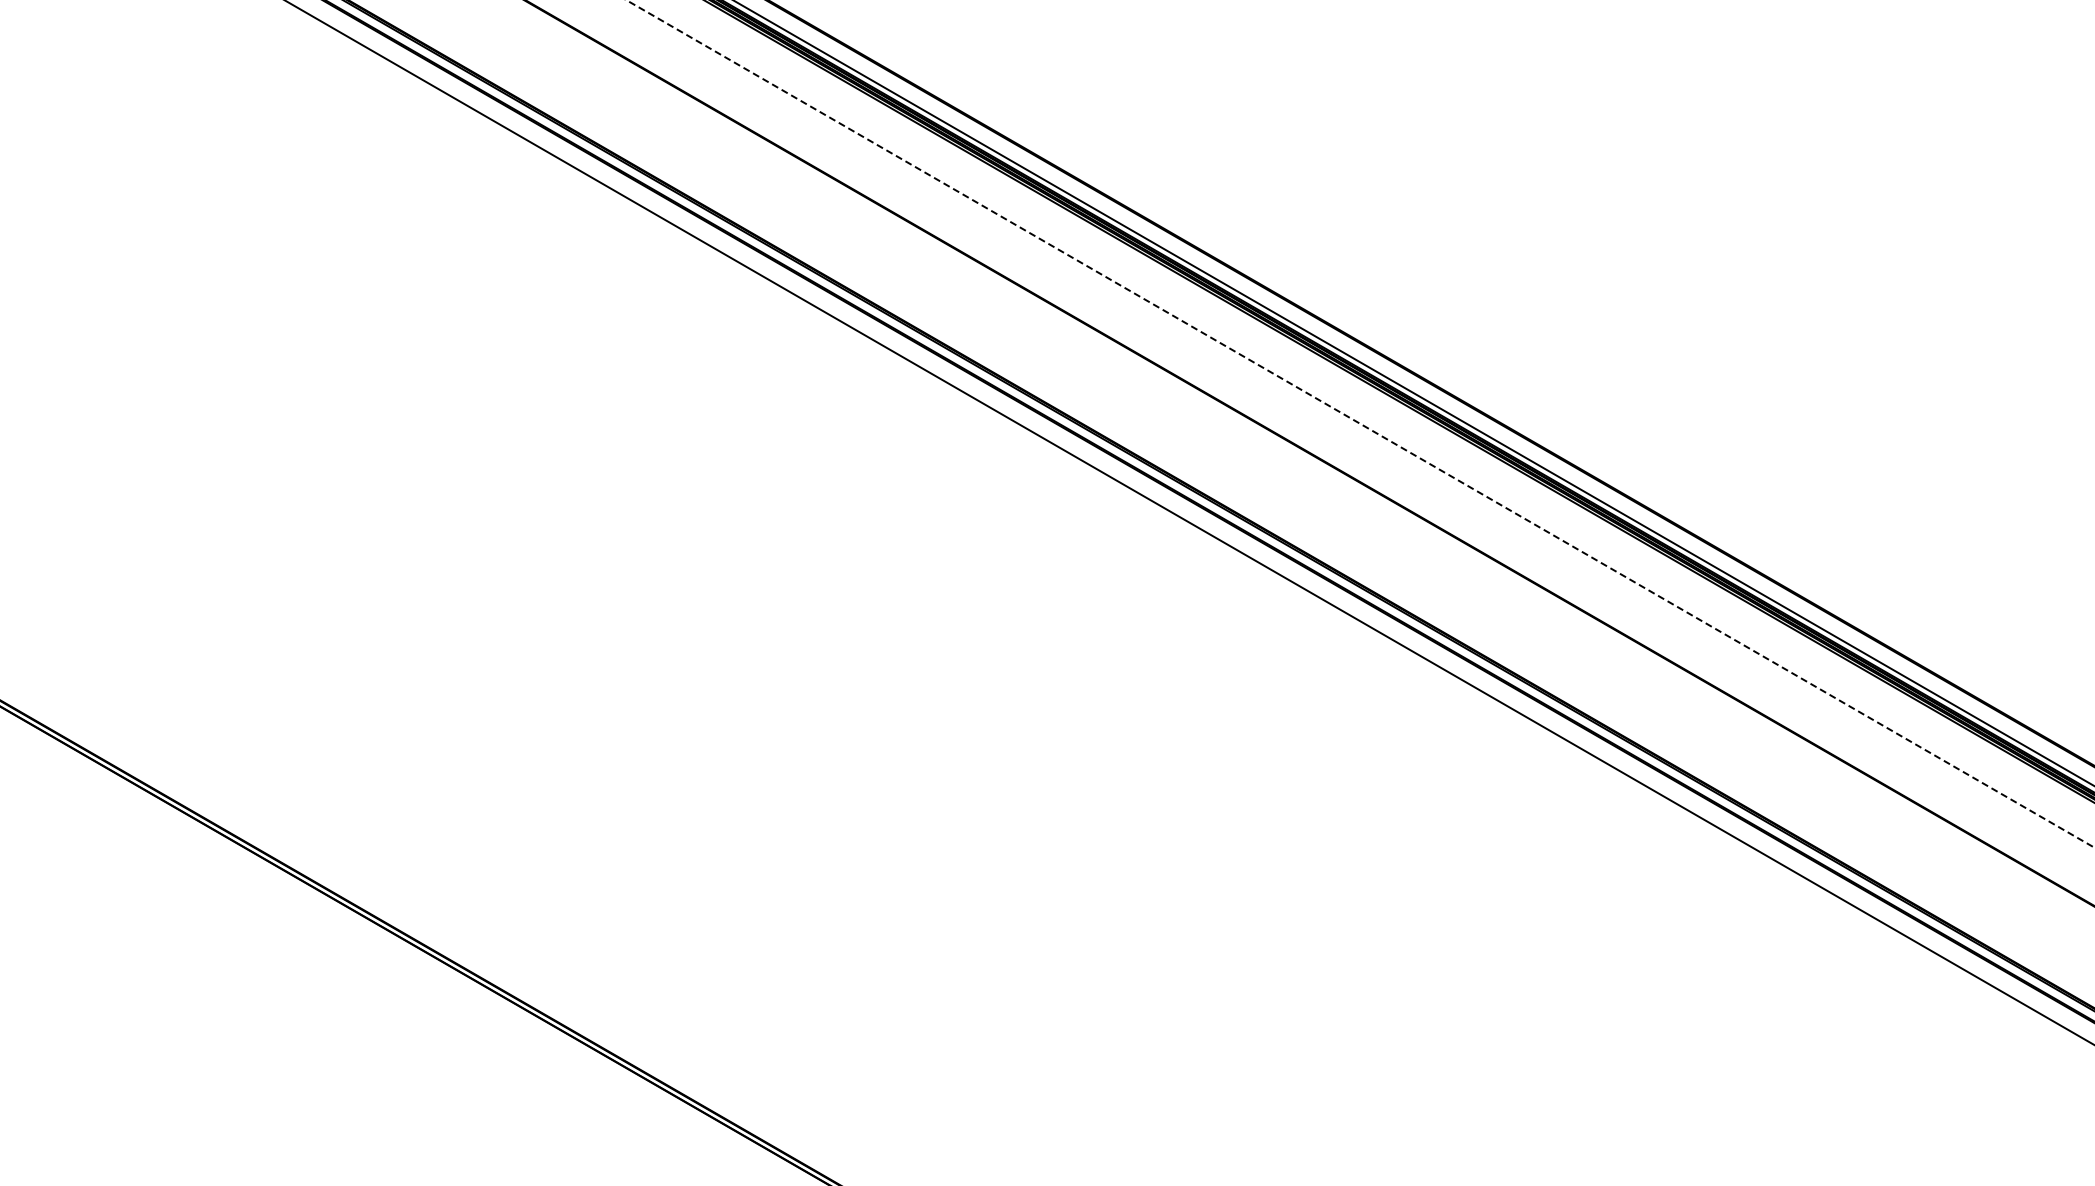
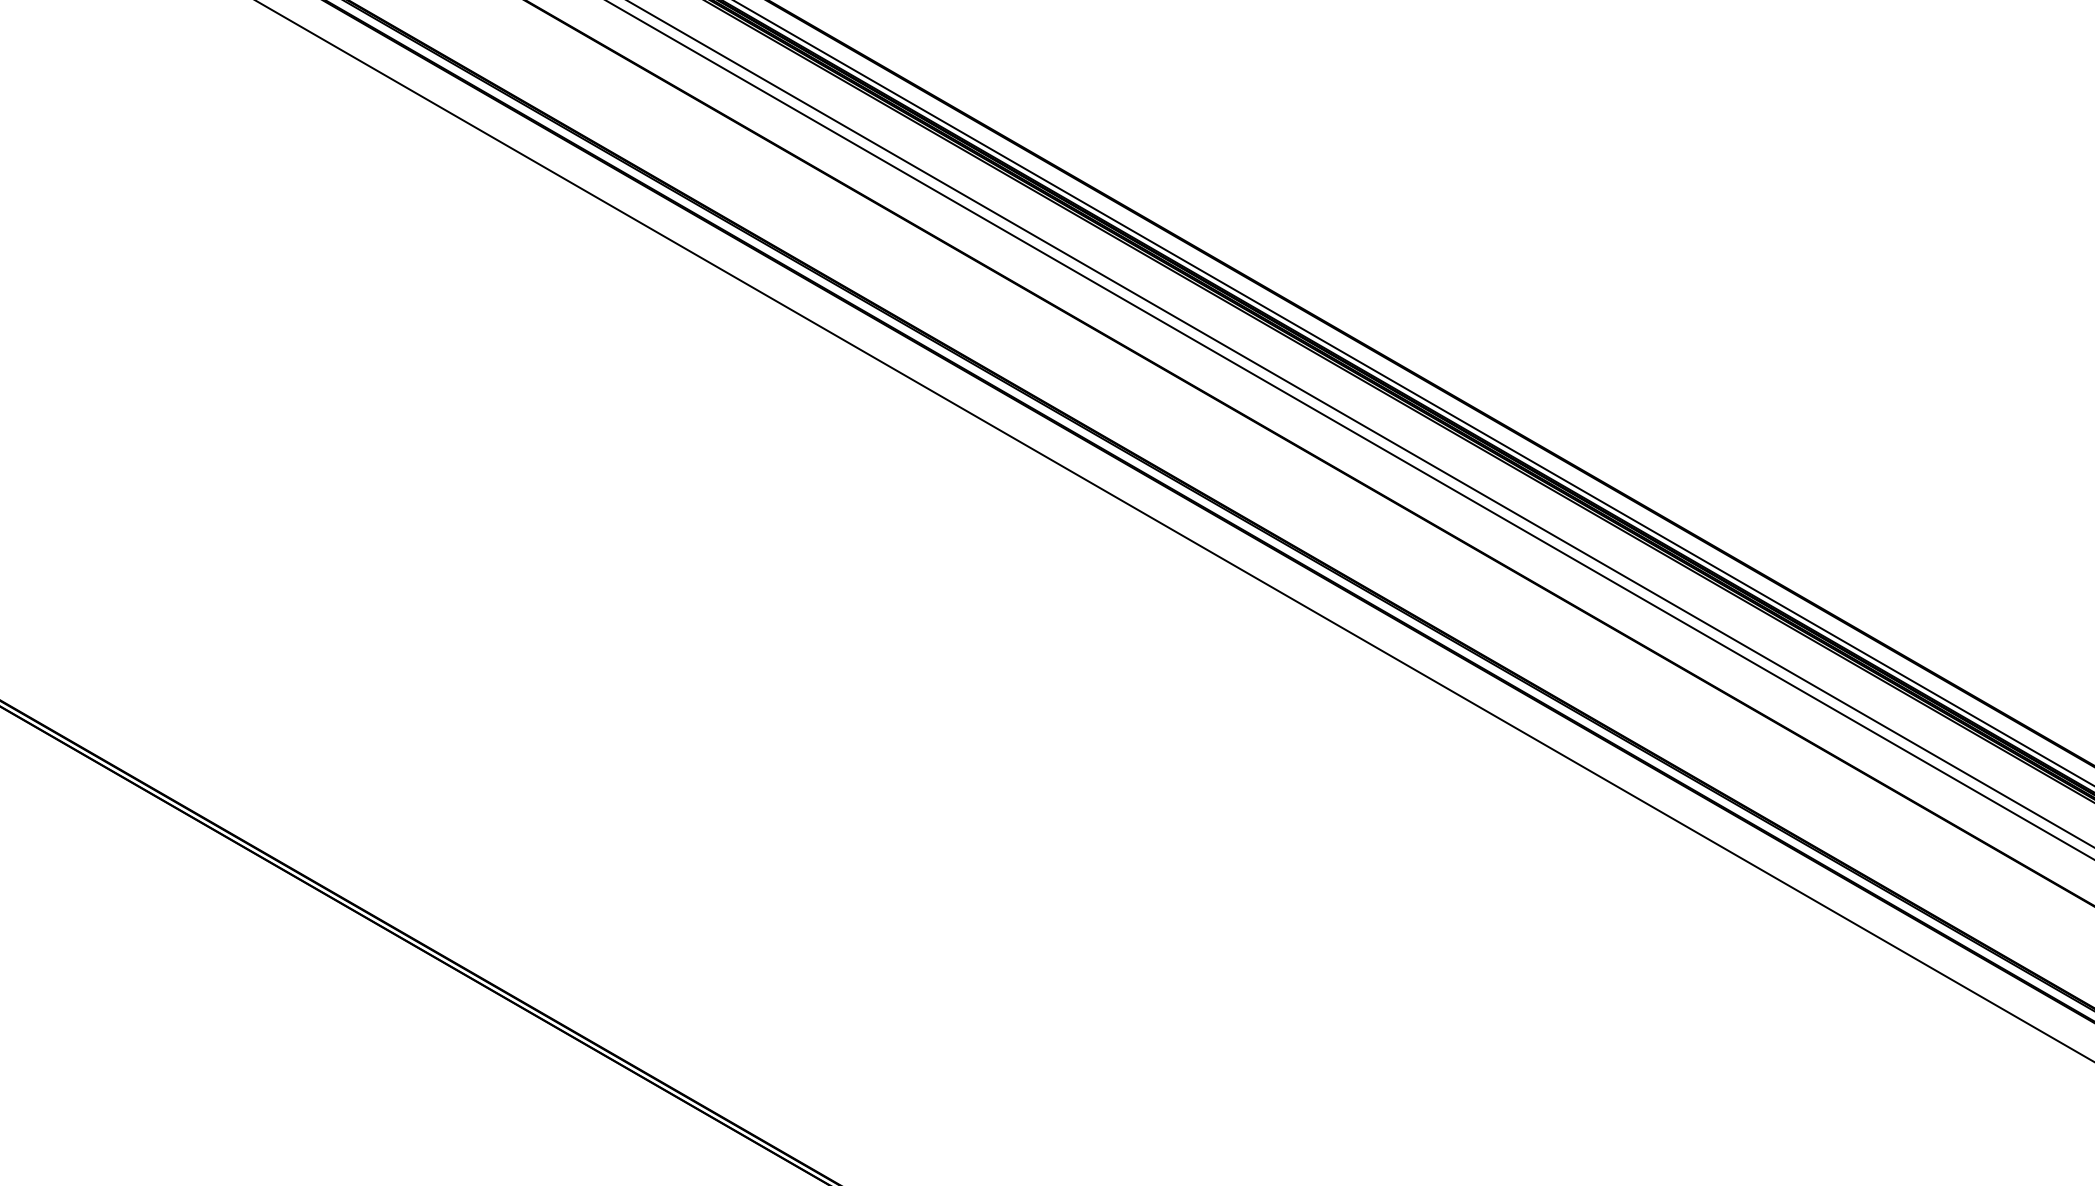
line at (1360, 424): dashed -> solid
line at (1349, 429): none -> present
line at (1189, 522) position: (1189, 522) -> (1174, 531)
